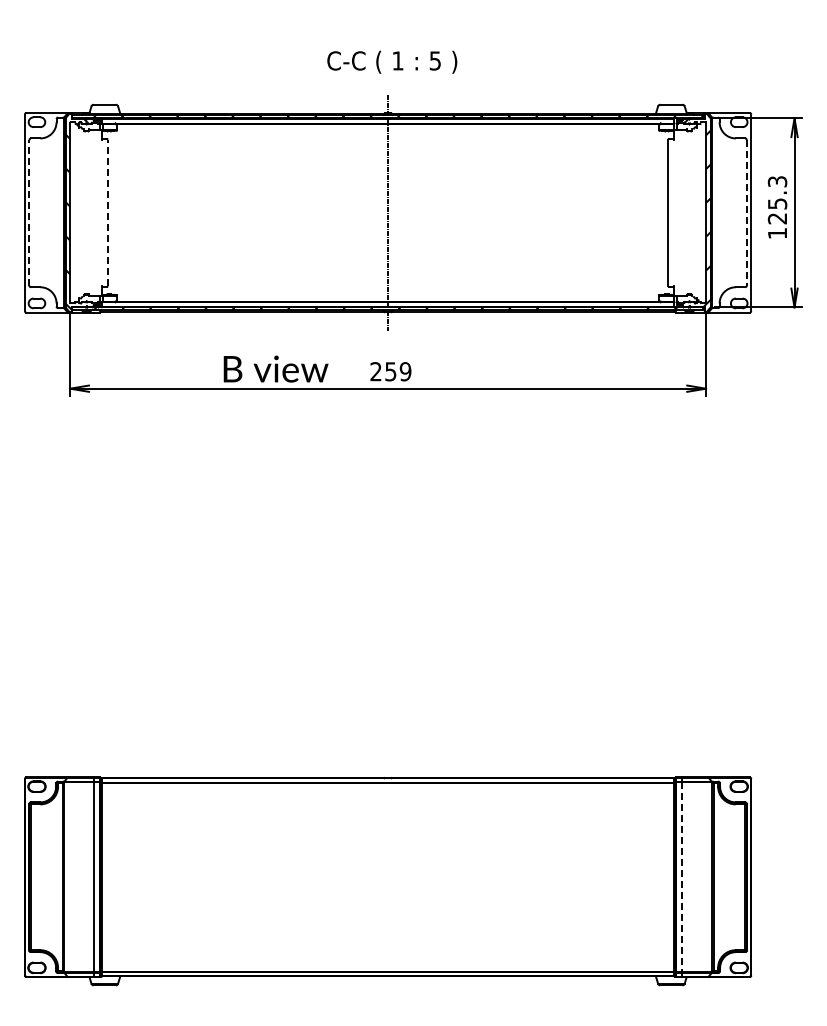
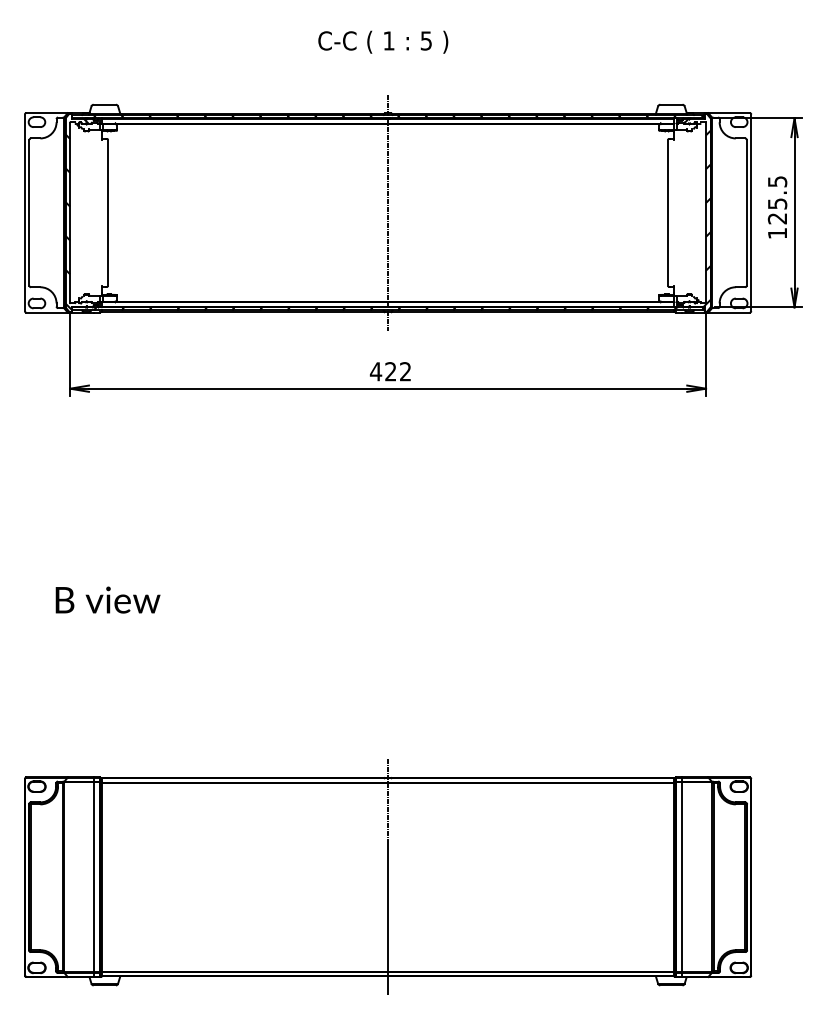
text at (392, 61) position: (392, 61) -> (383, 41)
text at (776, 181): 125.3 -> 125.5
line at (29, 212): dashed -> solid
line at (107, 212): dashed -> solid
line at (746, 212): dashed -> solid
text at (275, 368) position: (275, 368) -> (107, 599)
text at (390, 371): 259 -> 422
line at (388, 877): none -> present
line at (681, 877): dashed -> solid
